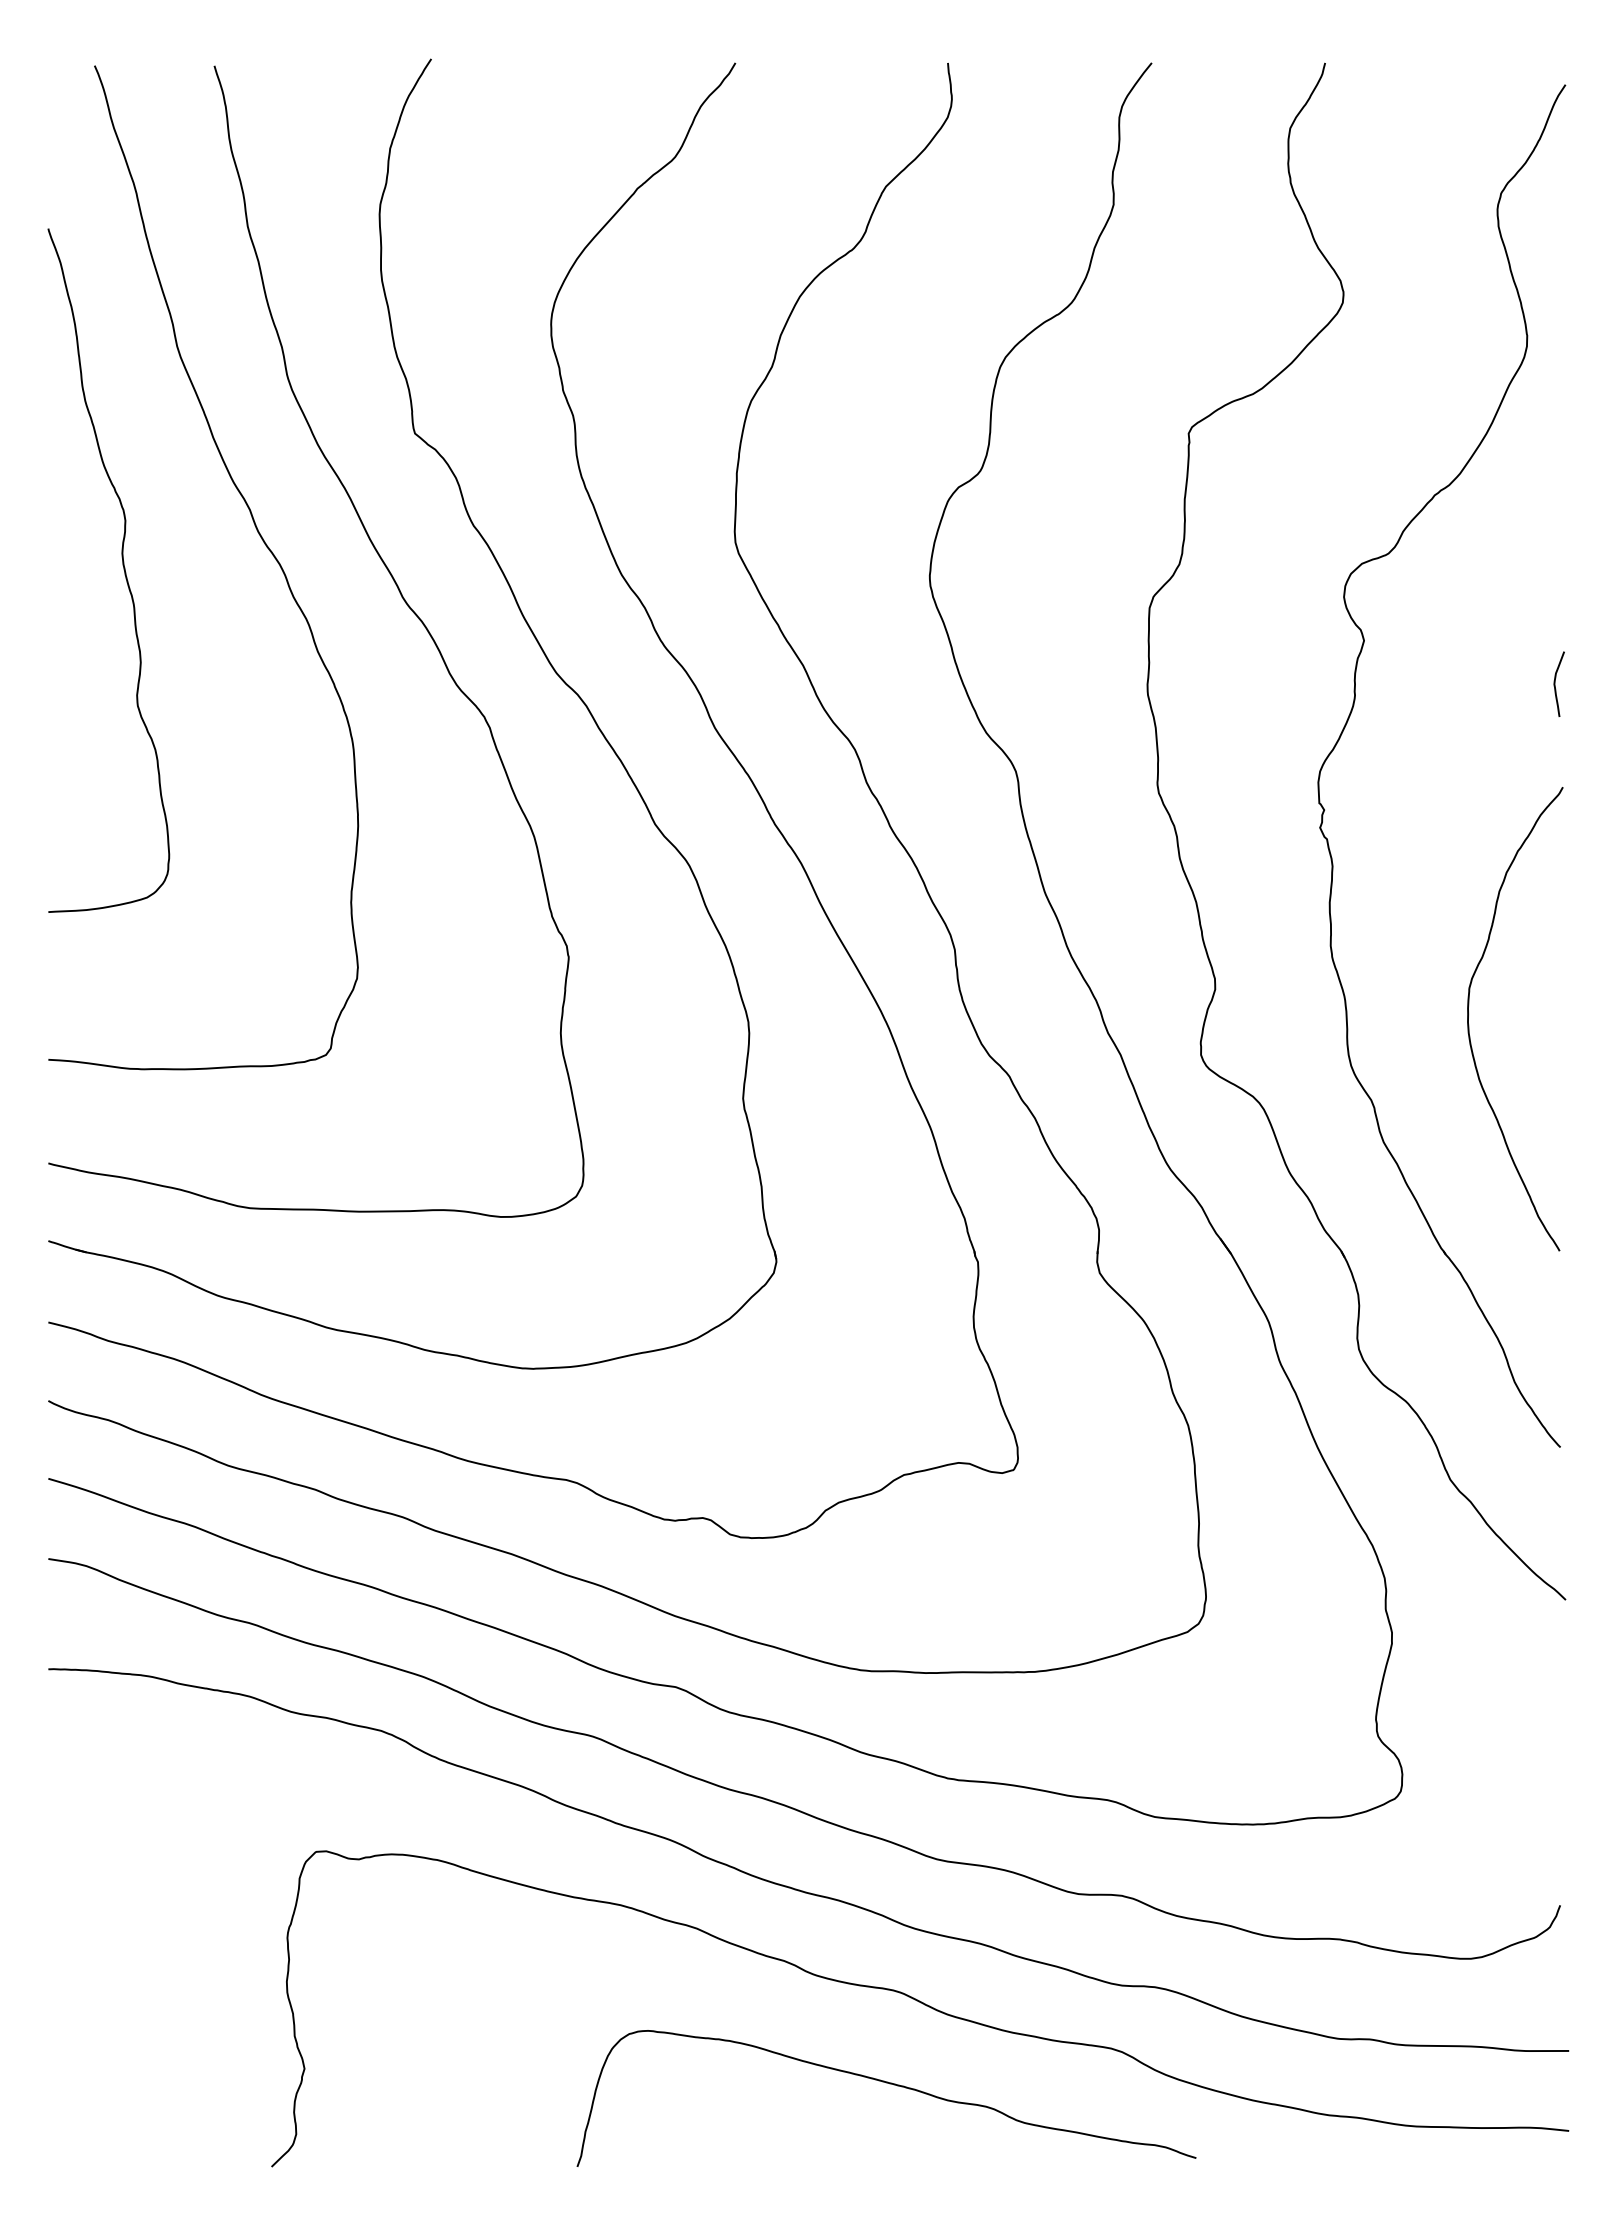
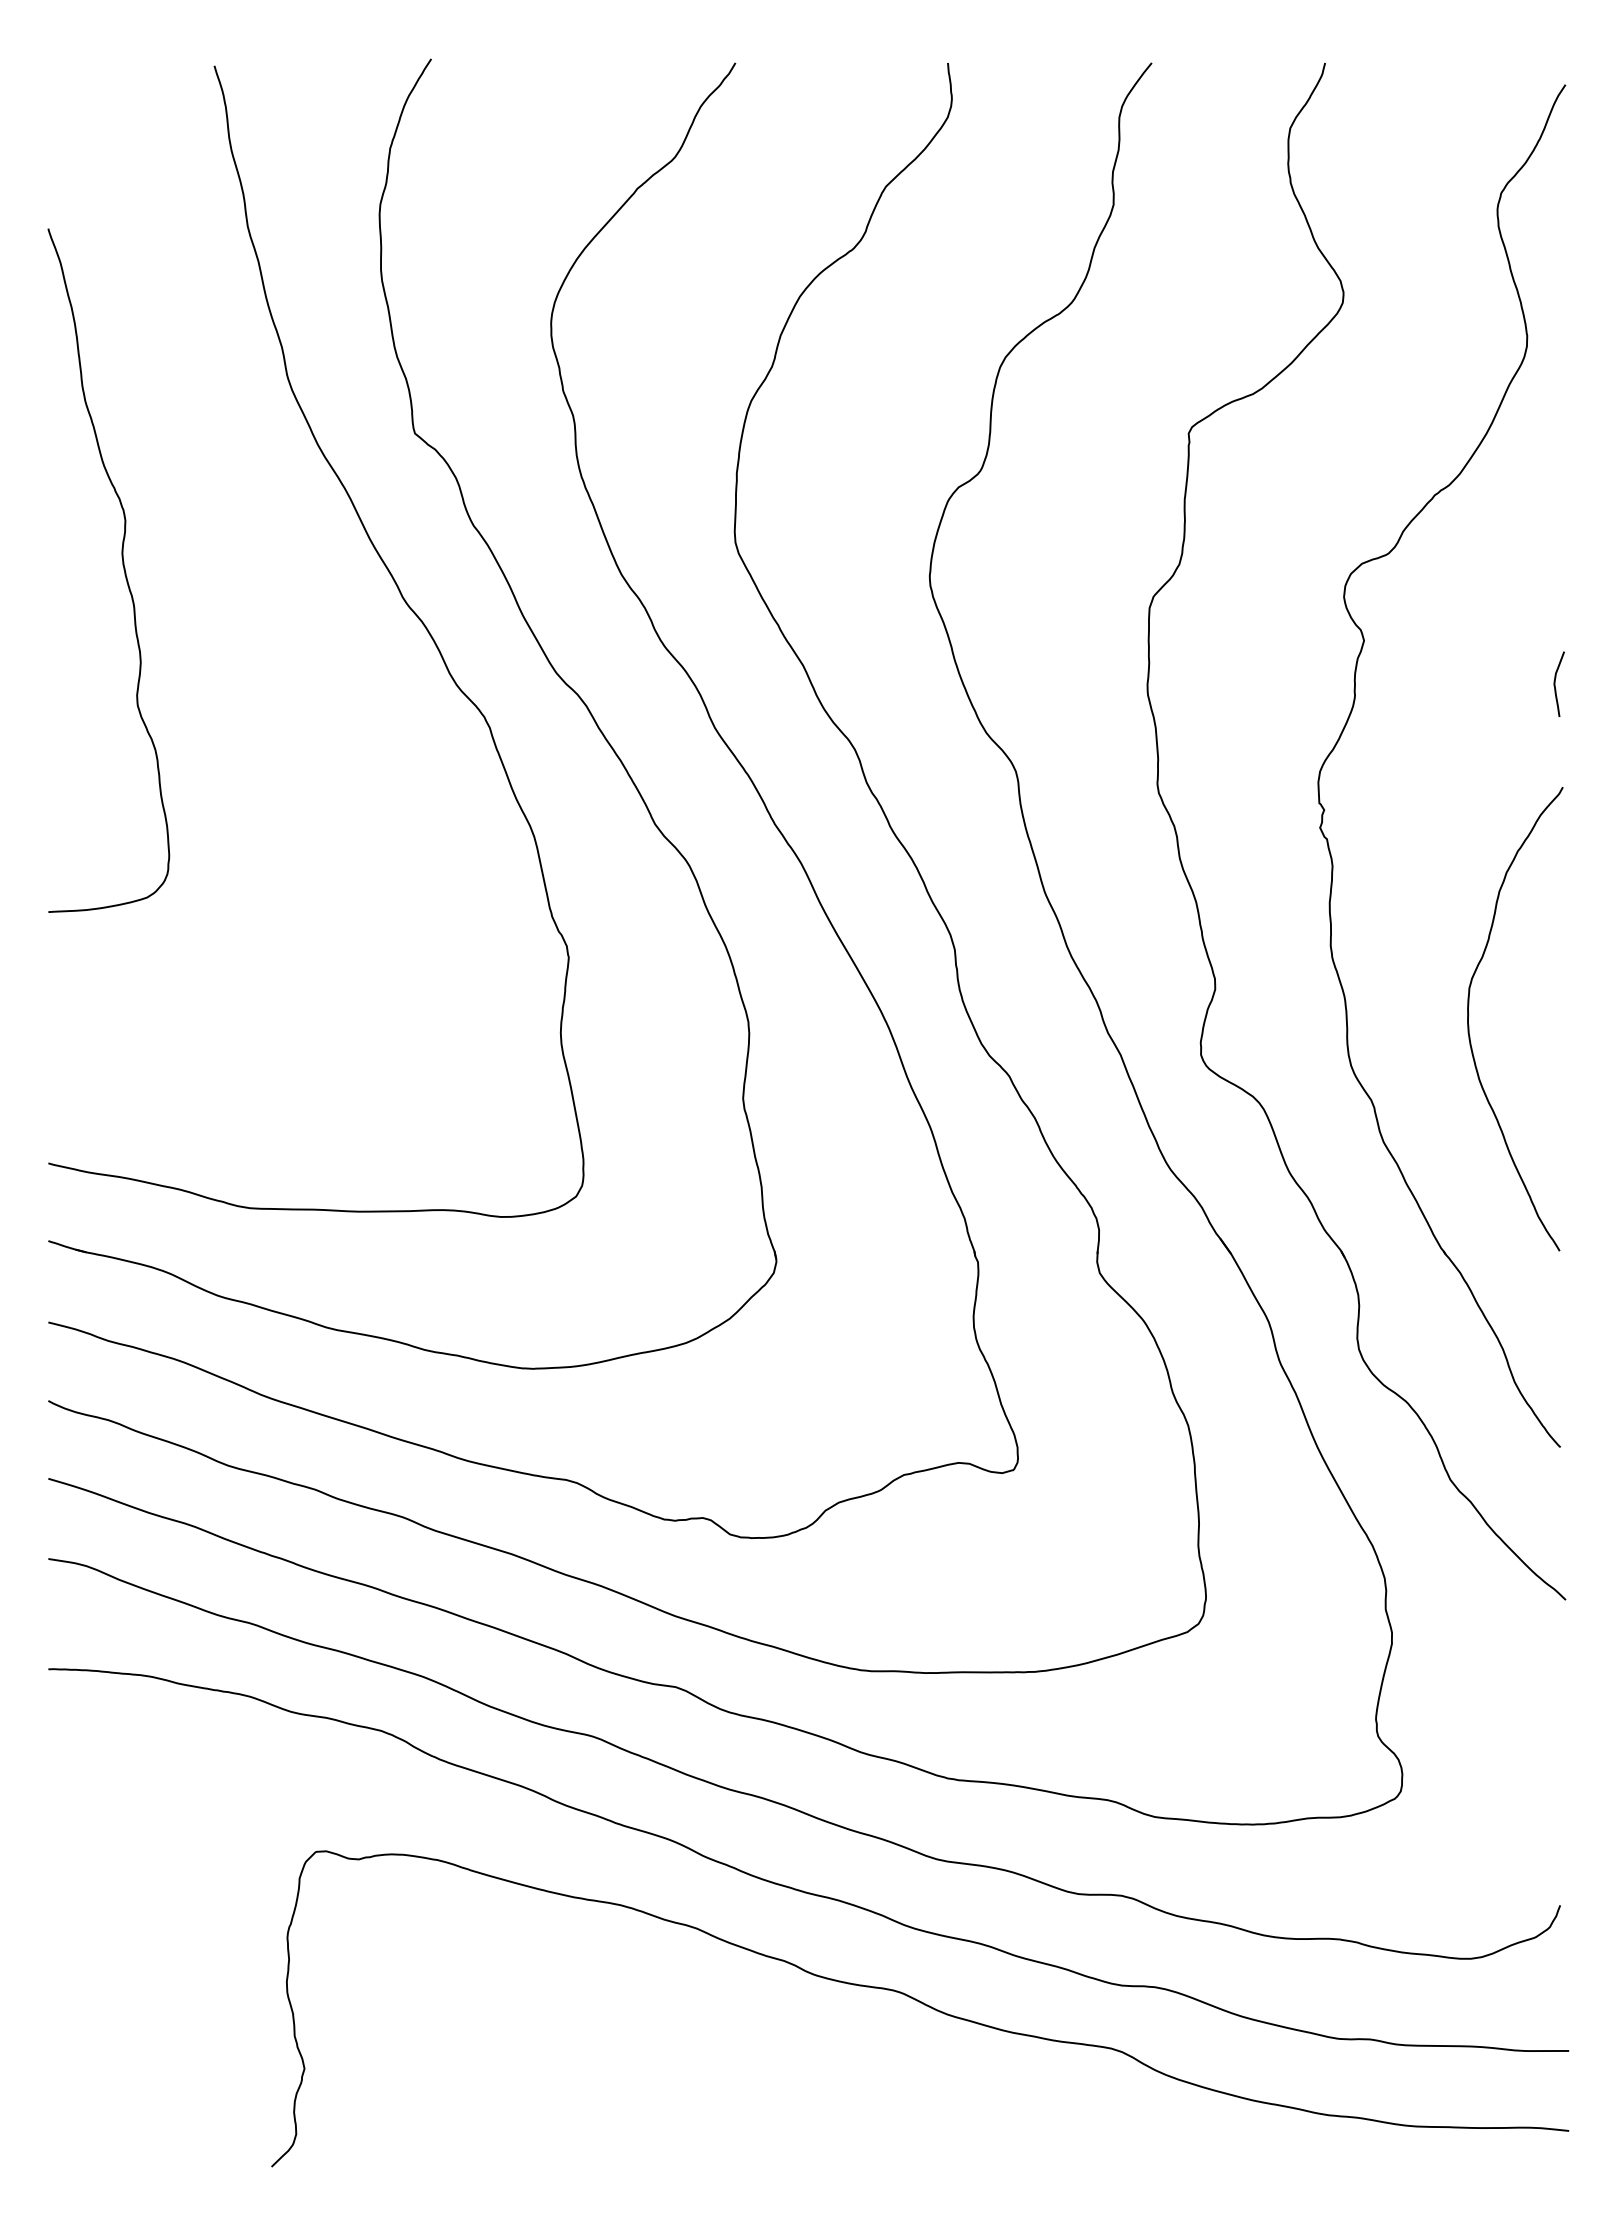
curve at (258, 534): present -> none
curve at (889, 2084): present -> none
